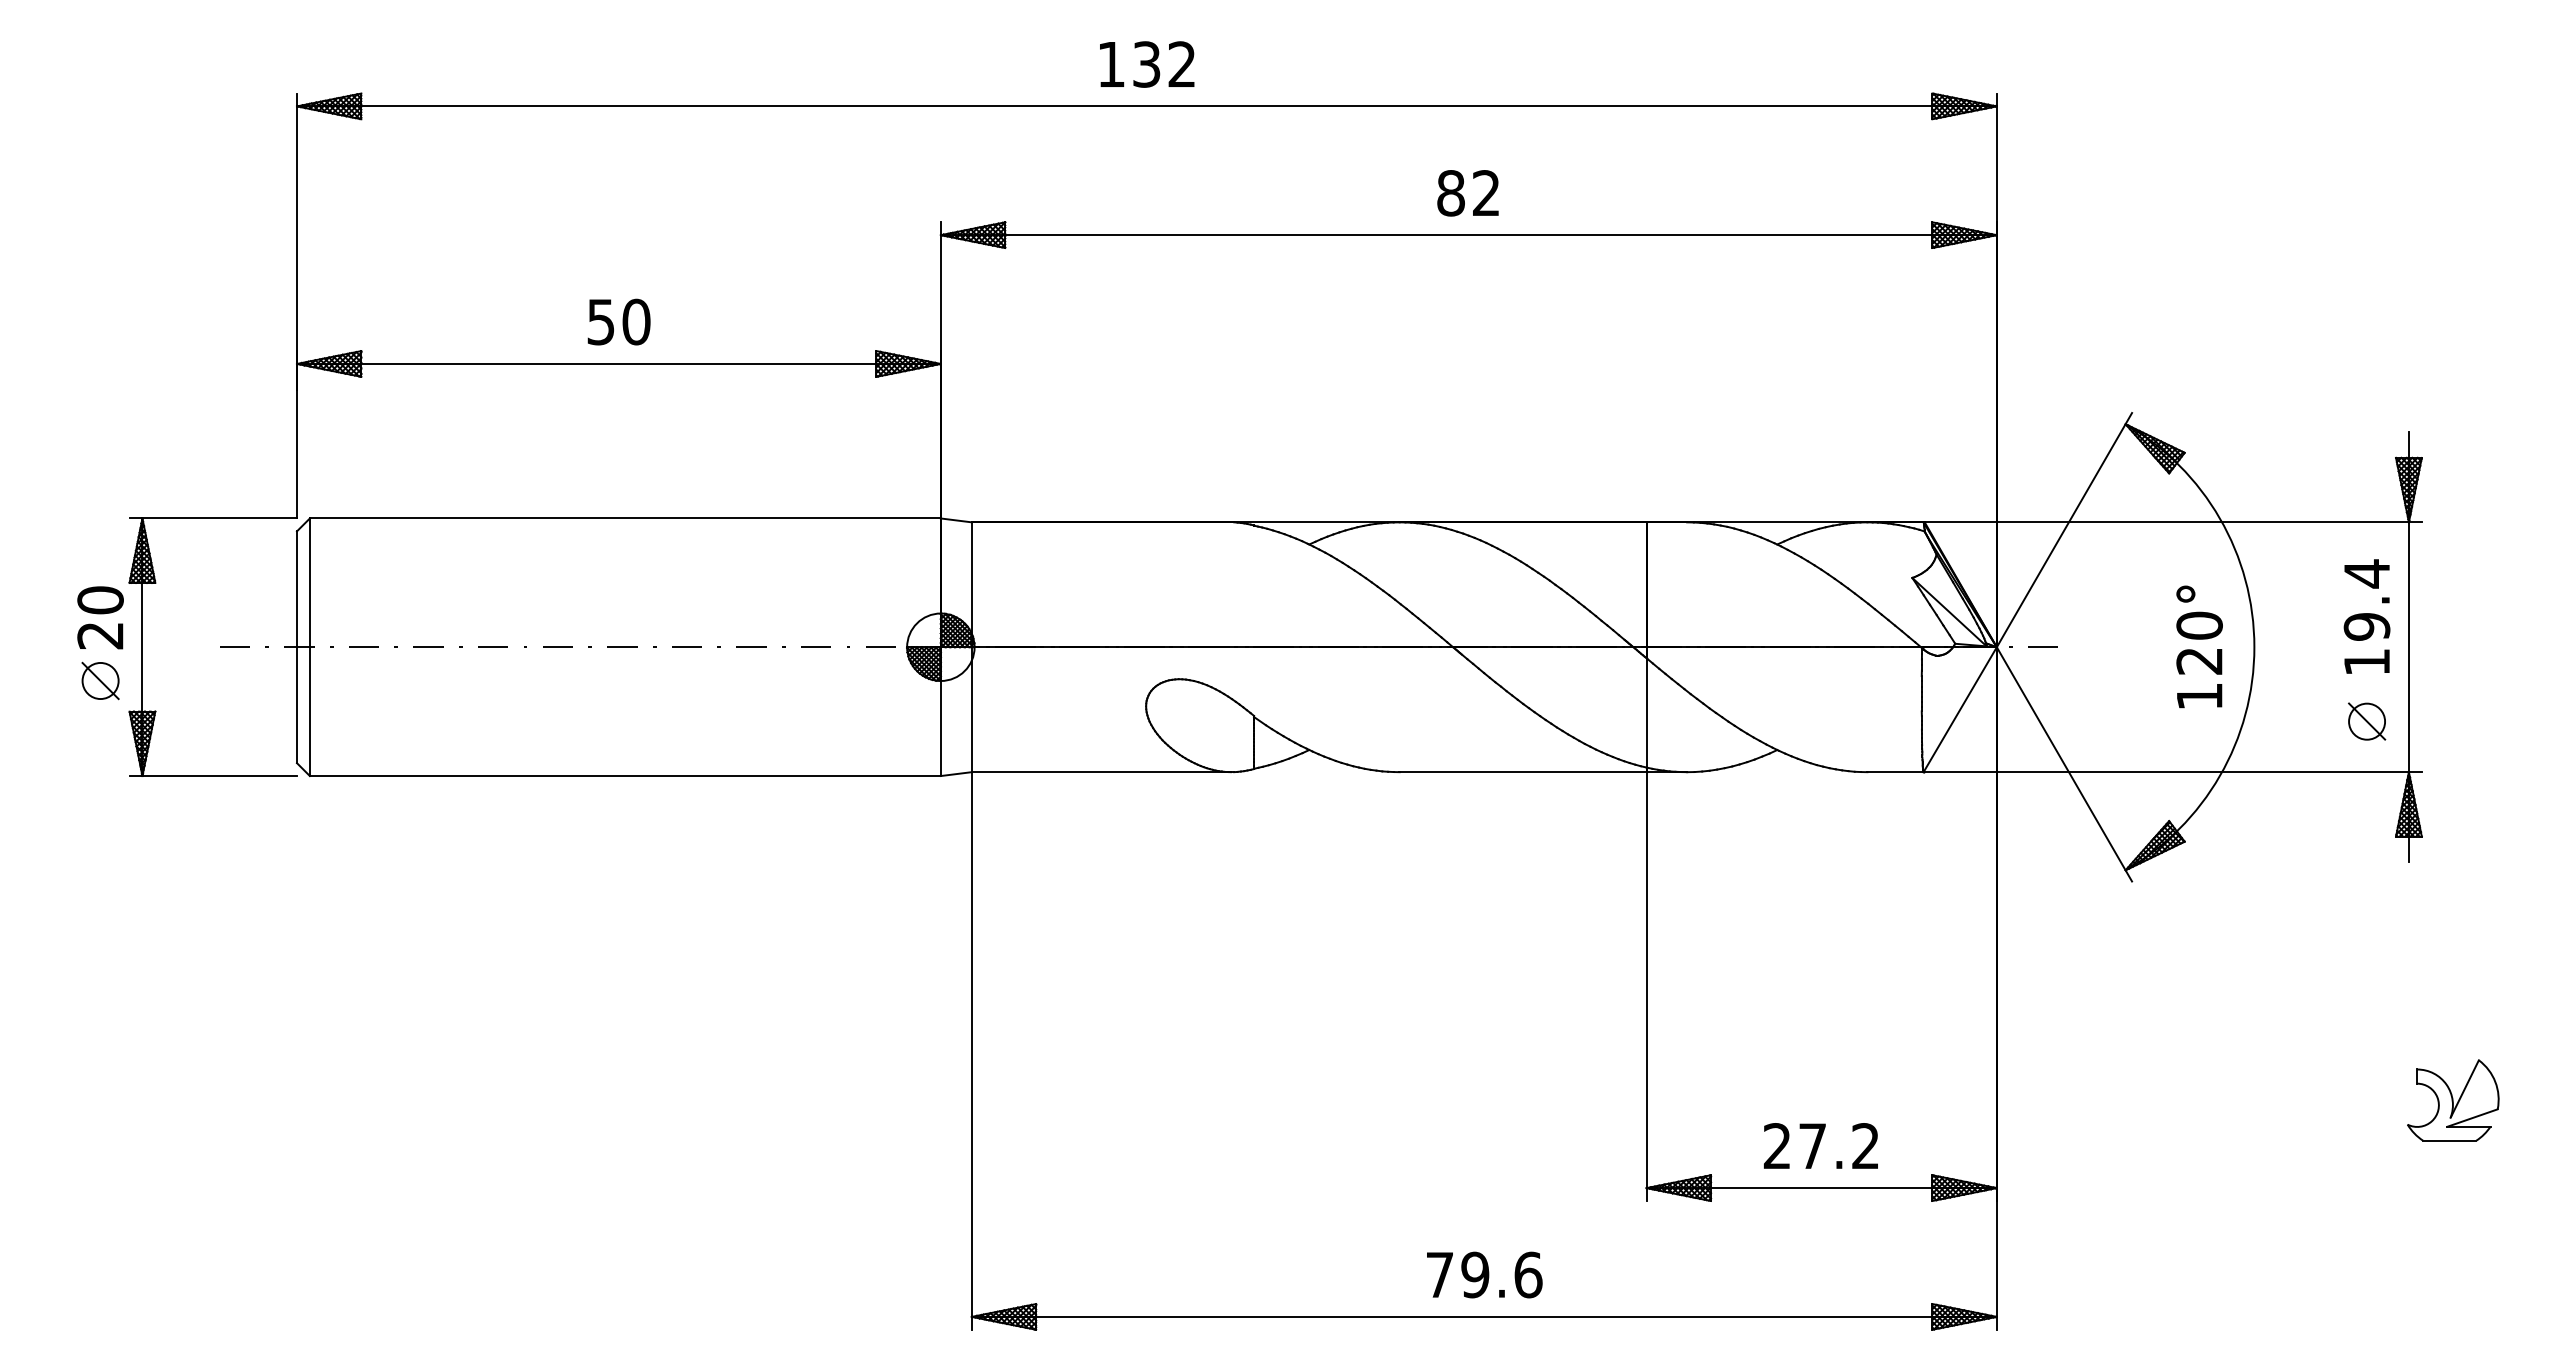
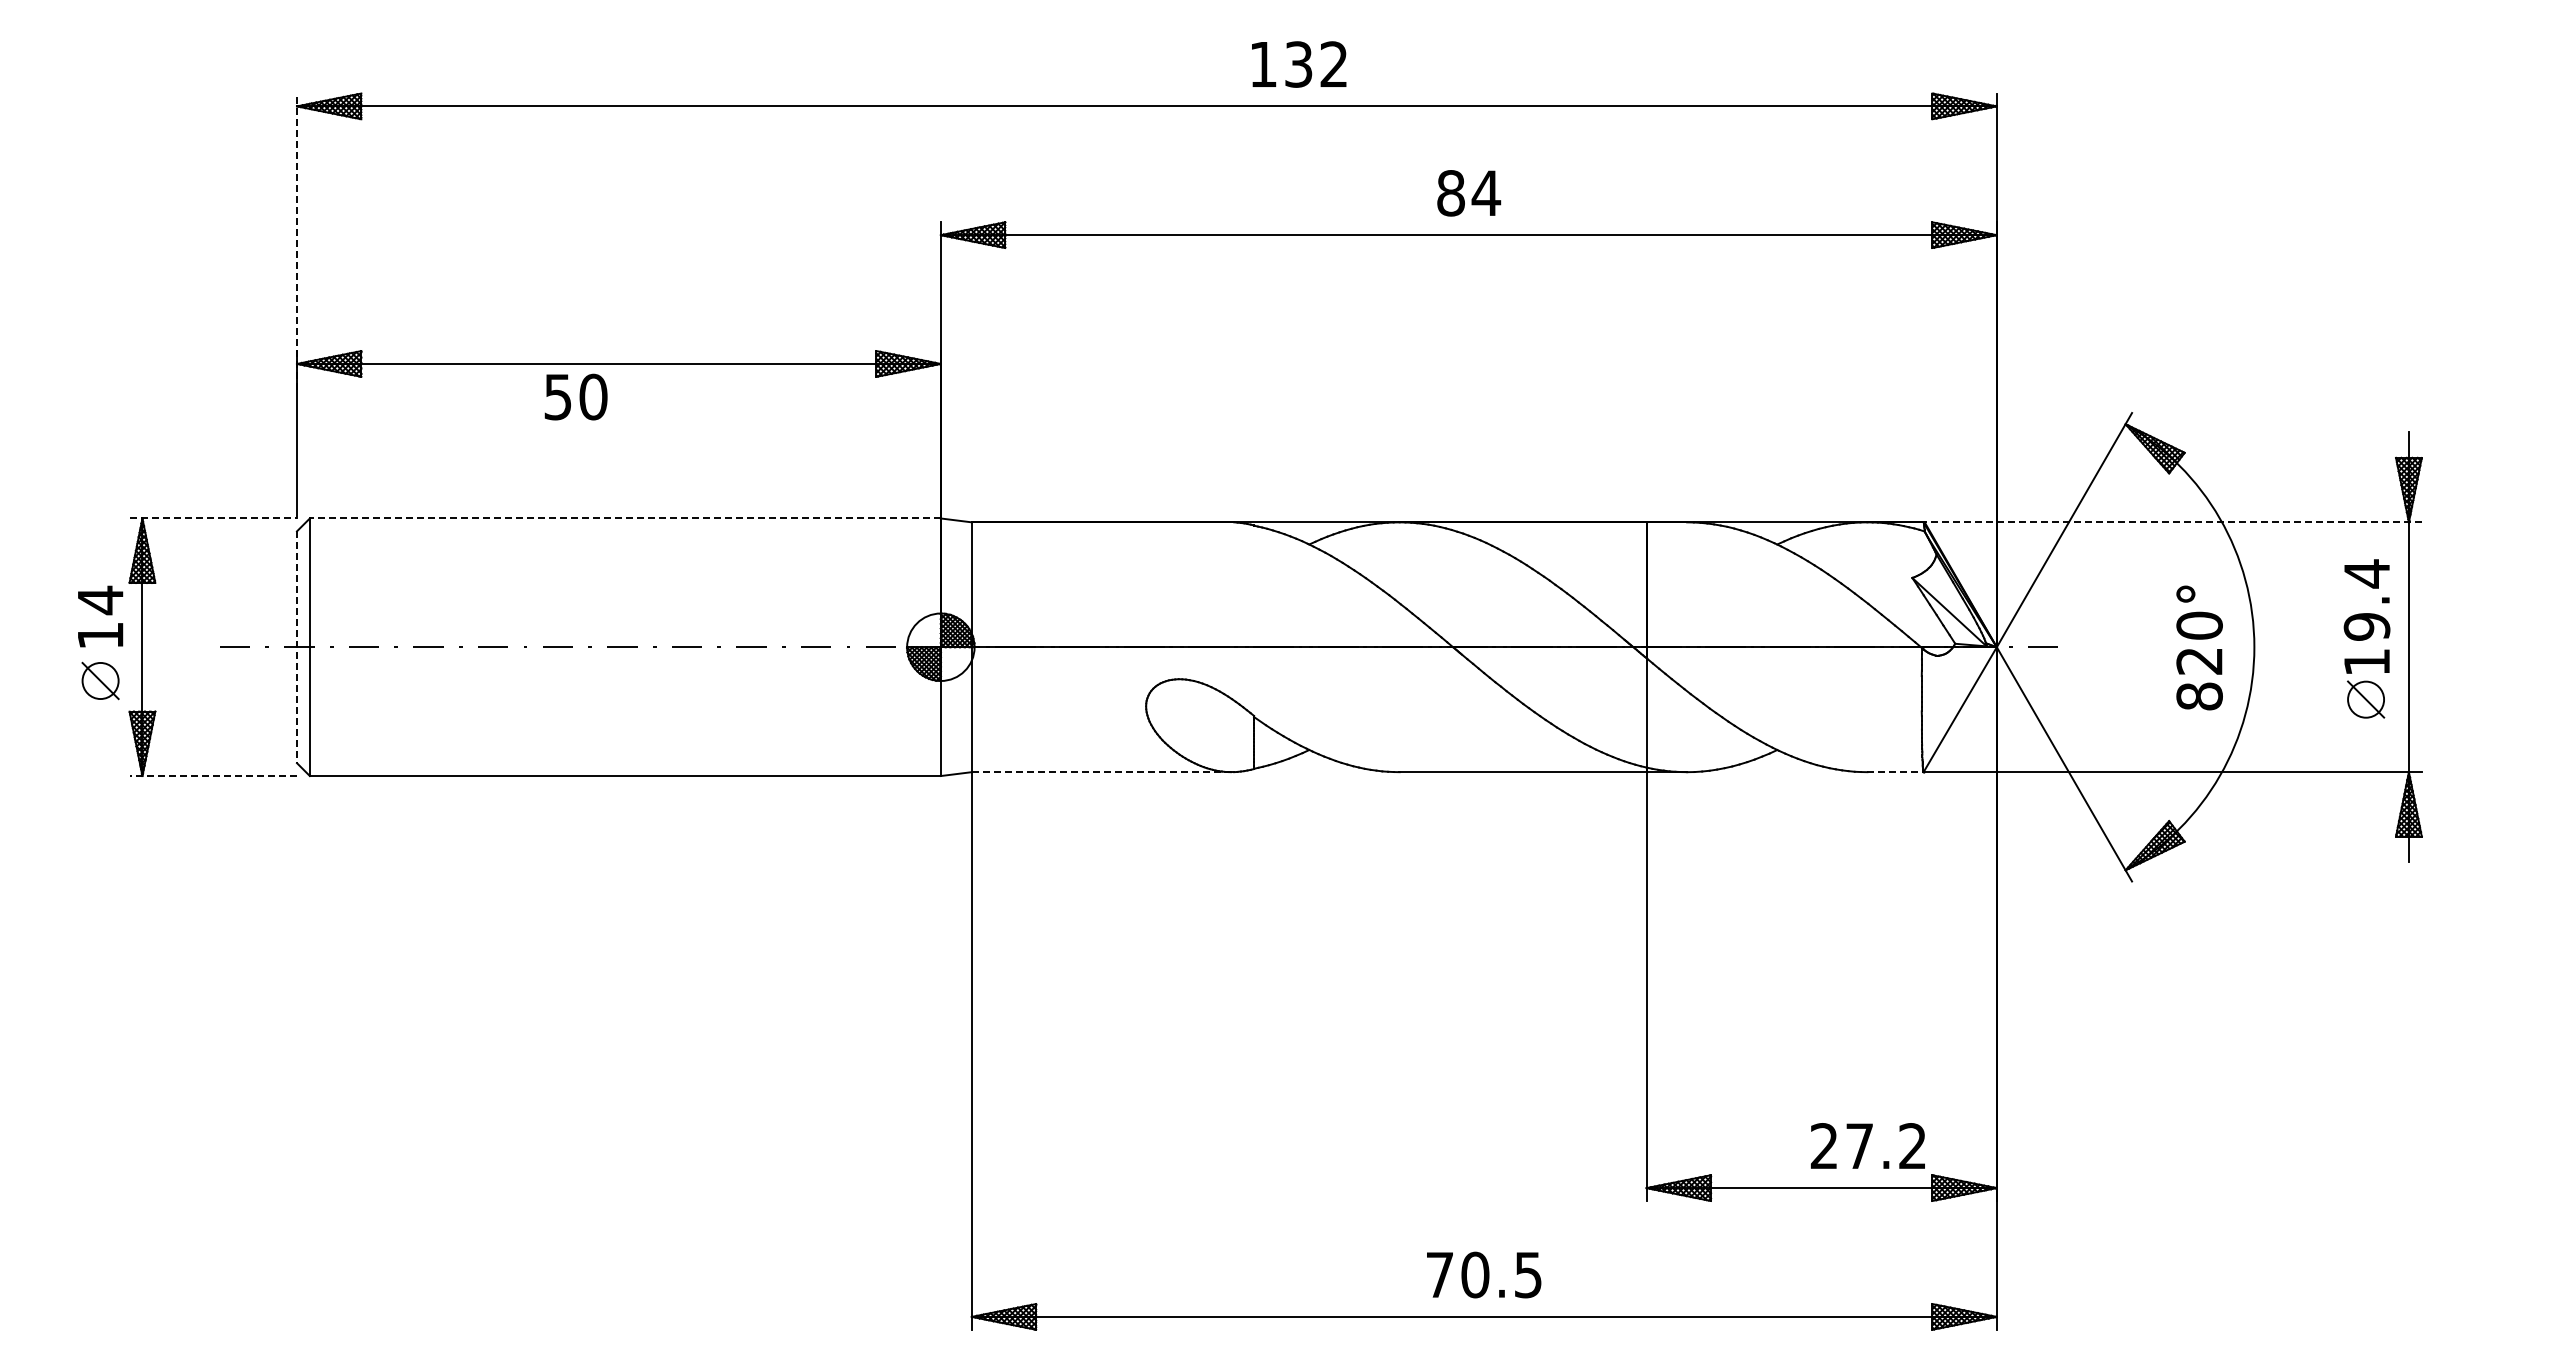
text at (1147, 64) position: (1147, 64) -> (1299, 64)
text at (1486, 192): 82 -> 84
line at (296, 241): solid -> dashed
text at (618, 321) position: (618, 321) -> (575, 396)
line at (213, 518): solid -> dashed
line at (625, 518): solid -> dashed
line at (2173, 522): solid -> dashed
text at (100, 617): 20 -> 14
line at (296, 647): solid -> dashed
text at (2199, 696): 120° -> 820°
part at (2367, 721) position: (2367, 721) -> (2366, 699)
line at (1101, 772): solid -> dashed
line at (1895, 772): solid -> dashed
line at (213, 776): solid -> dashed
part at (2453, 1100): present -> none
text at (1820, 1145) position: (1820, 1145) -> (1867, 1145)
text at (1501, 1274): 79.6 -> 70.5
